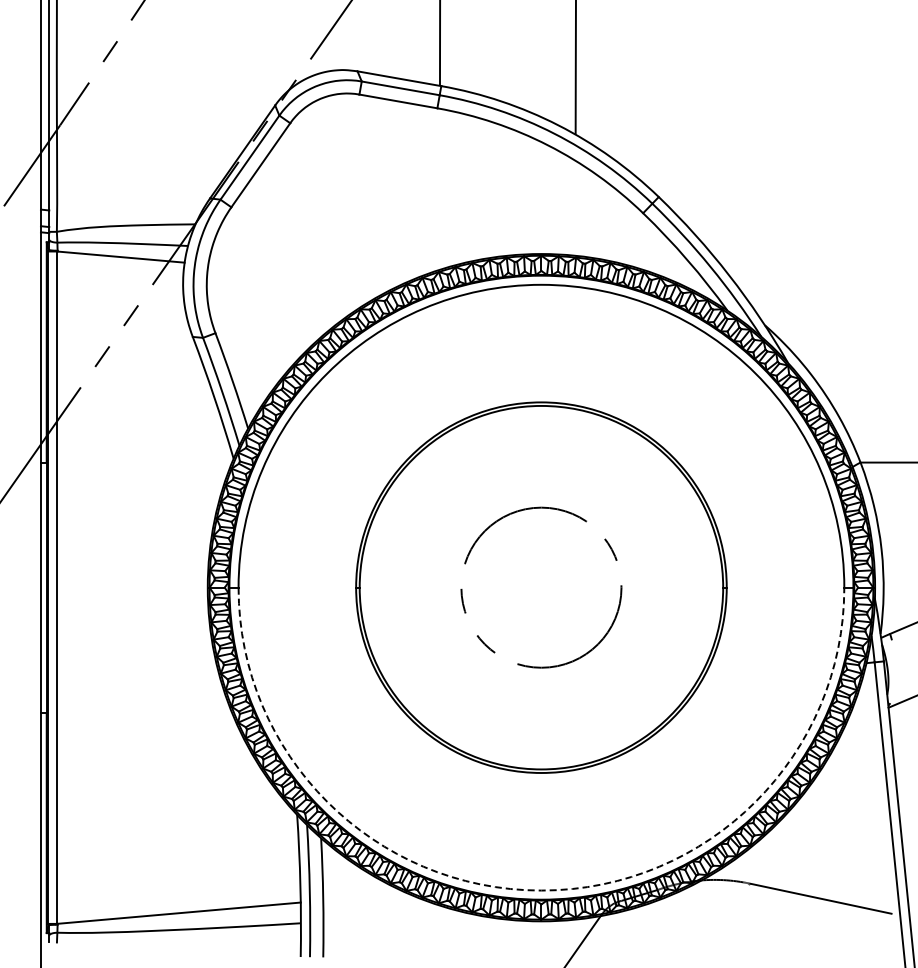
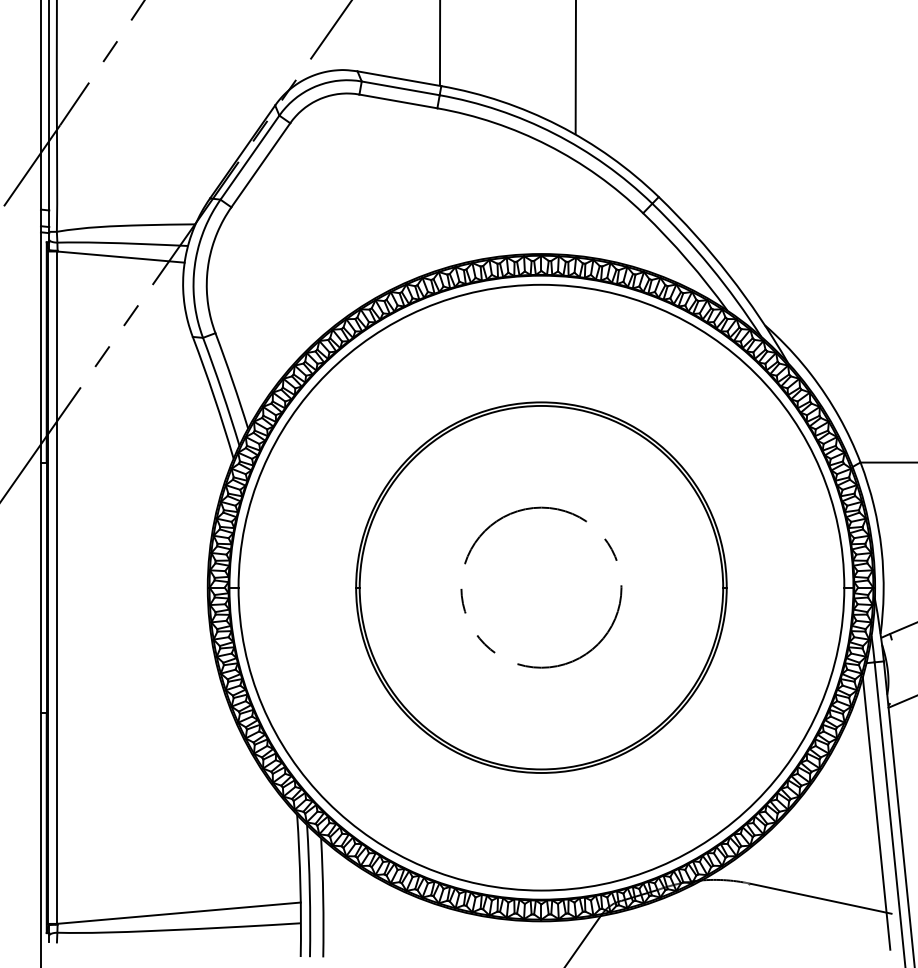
line at (876, 813): none -> present
arc at (541, 890): dashed -> solid
